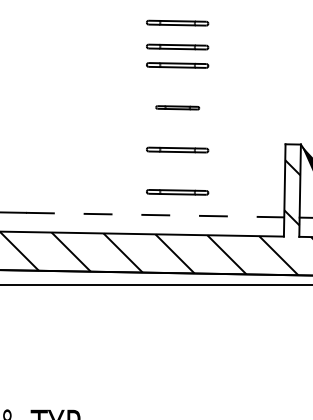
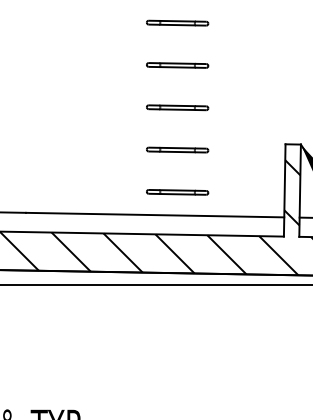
part at (177, 46): present -> none
part at (177, 107) size: 46x6 px -> 64x8 px
line at (155, 215): dashed -> solid
